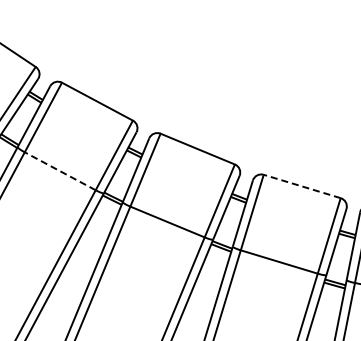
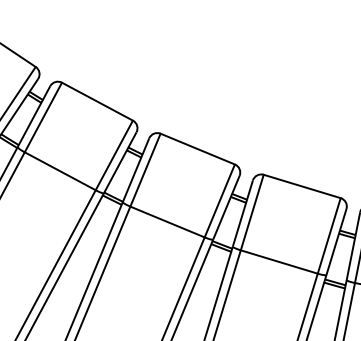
line at (59, 171): dashed -> solid
line at (301, 186): dashed -> solid
